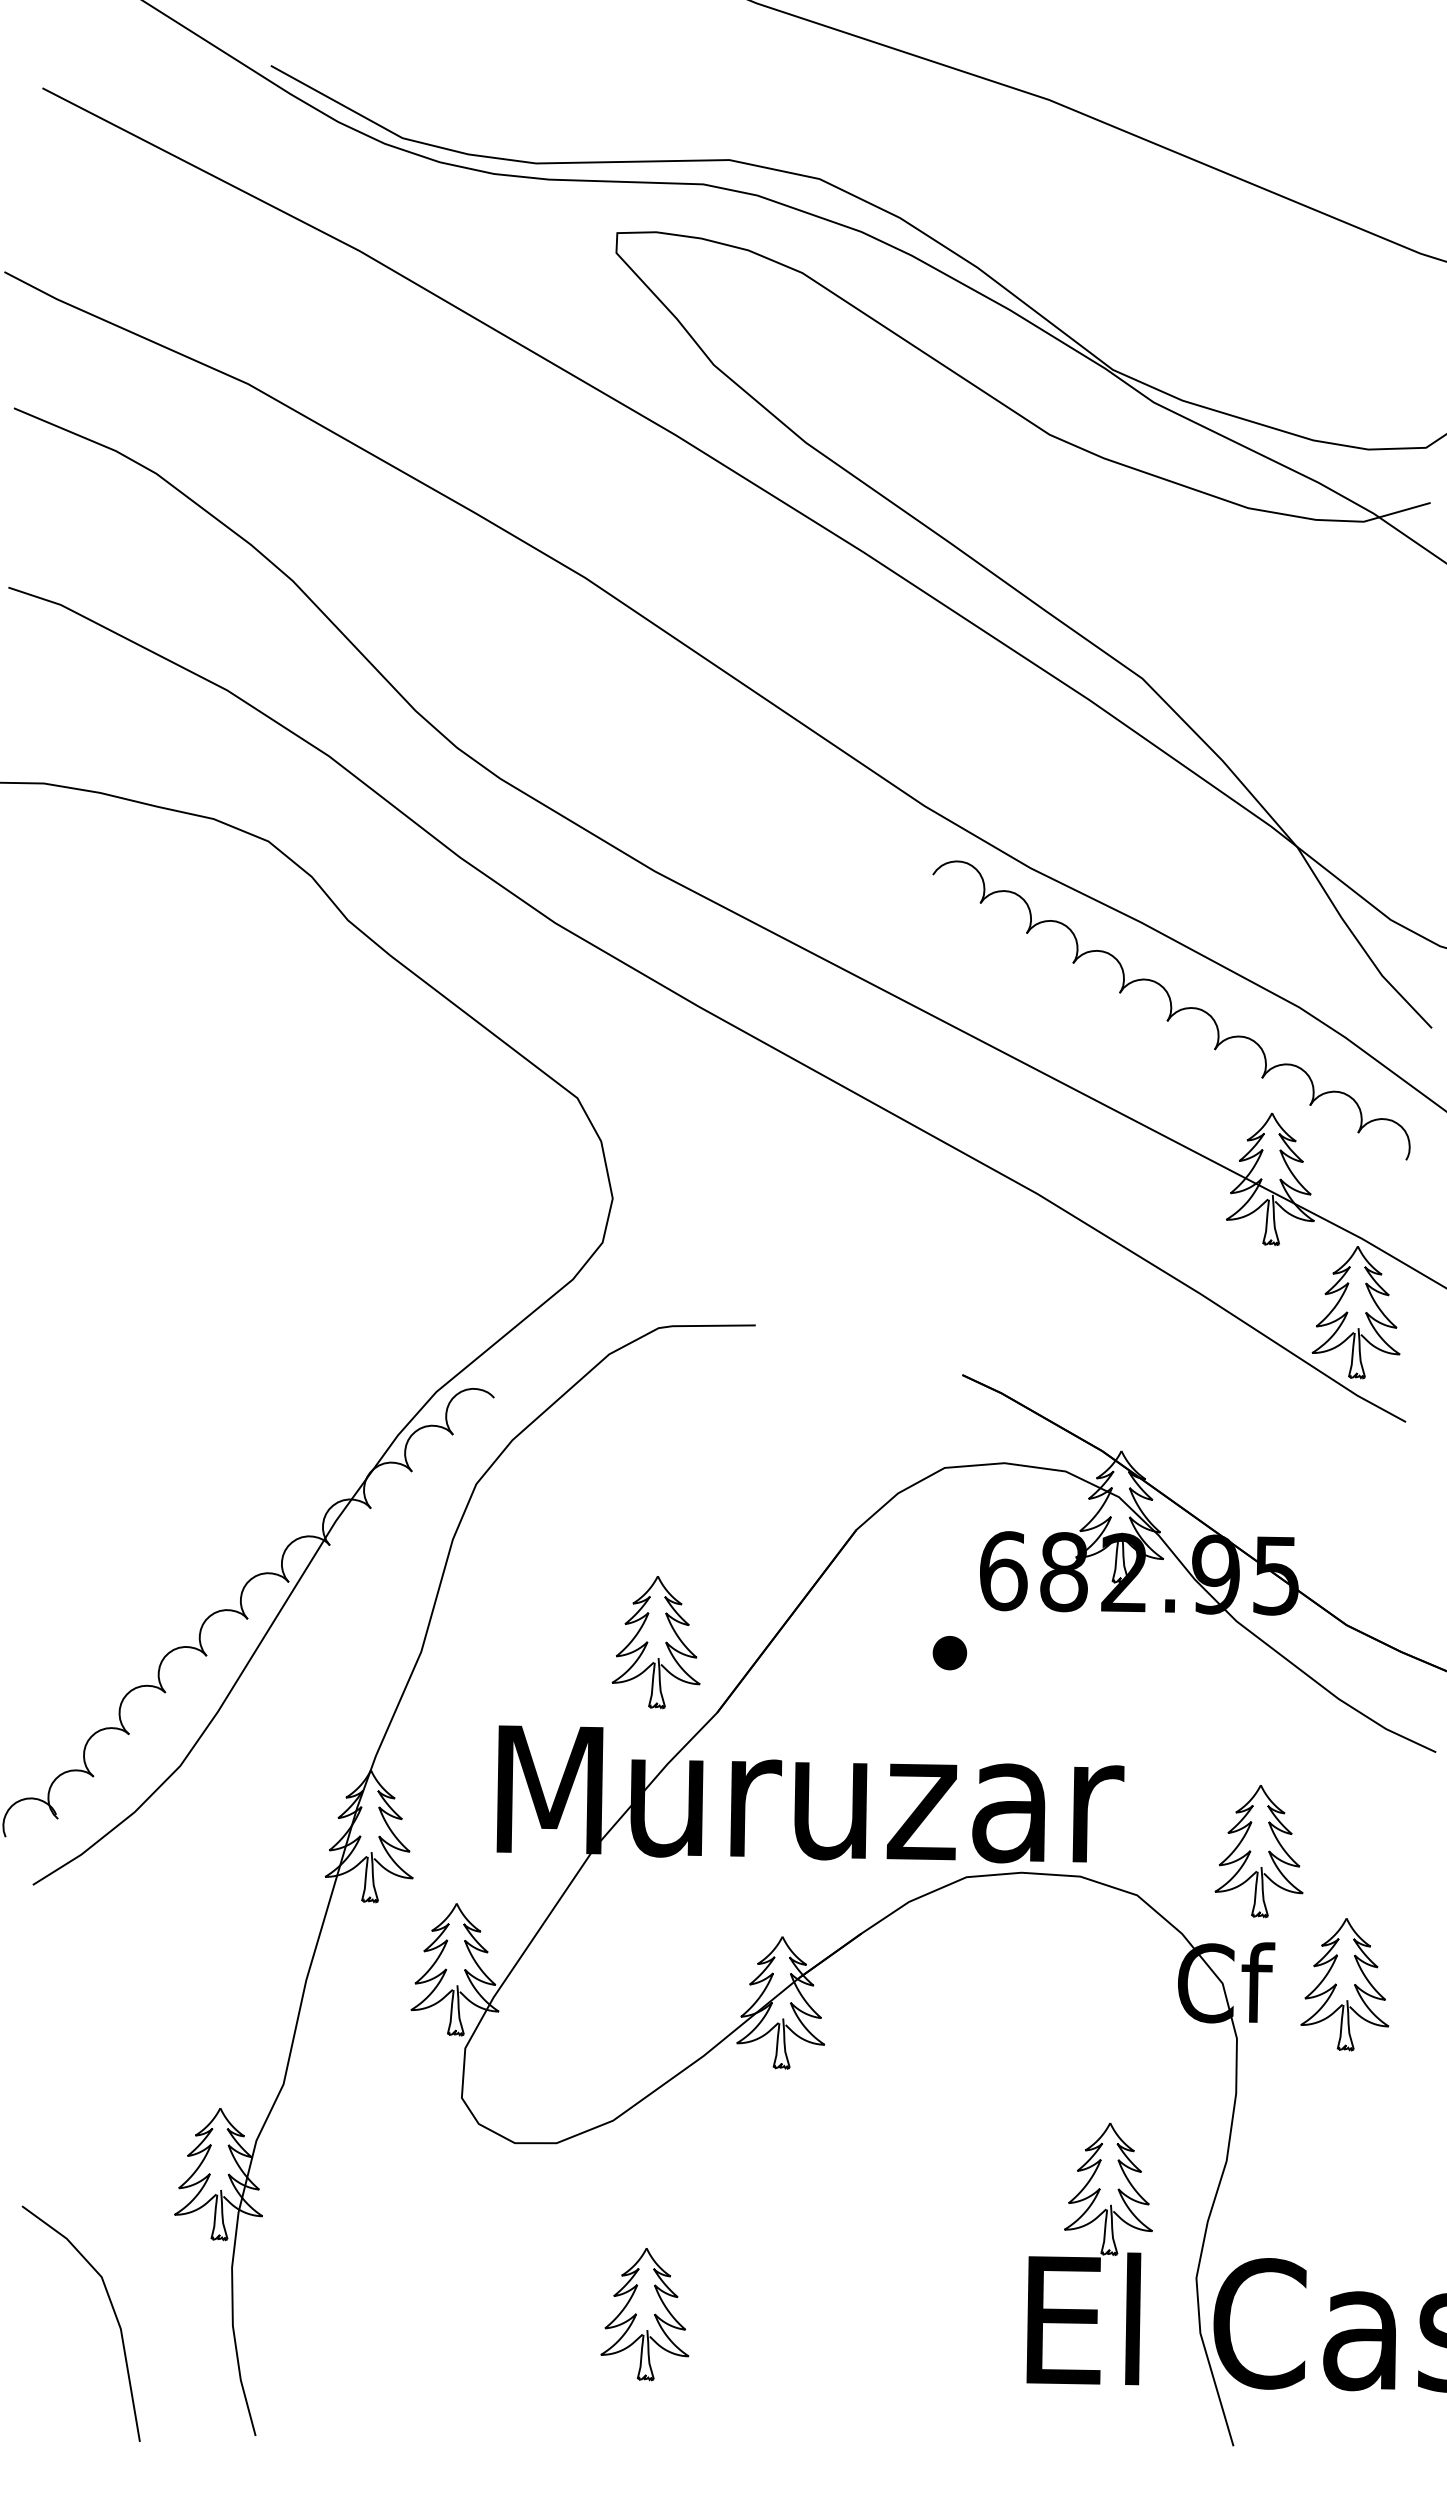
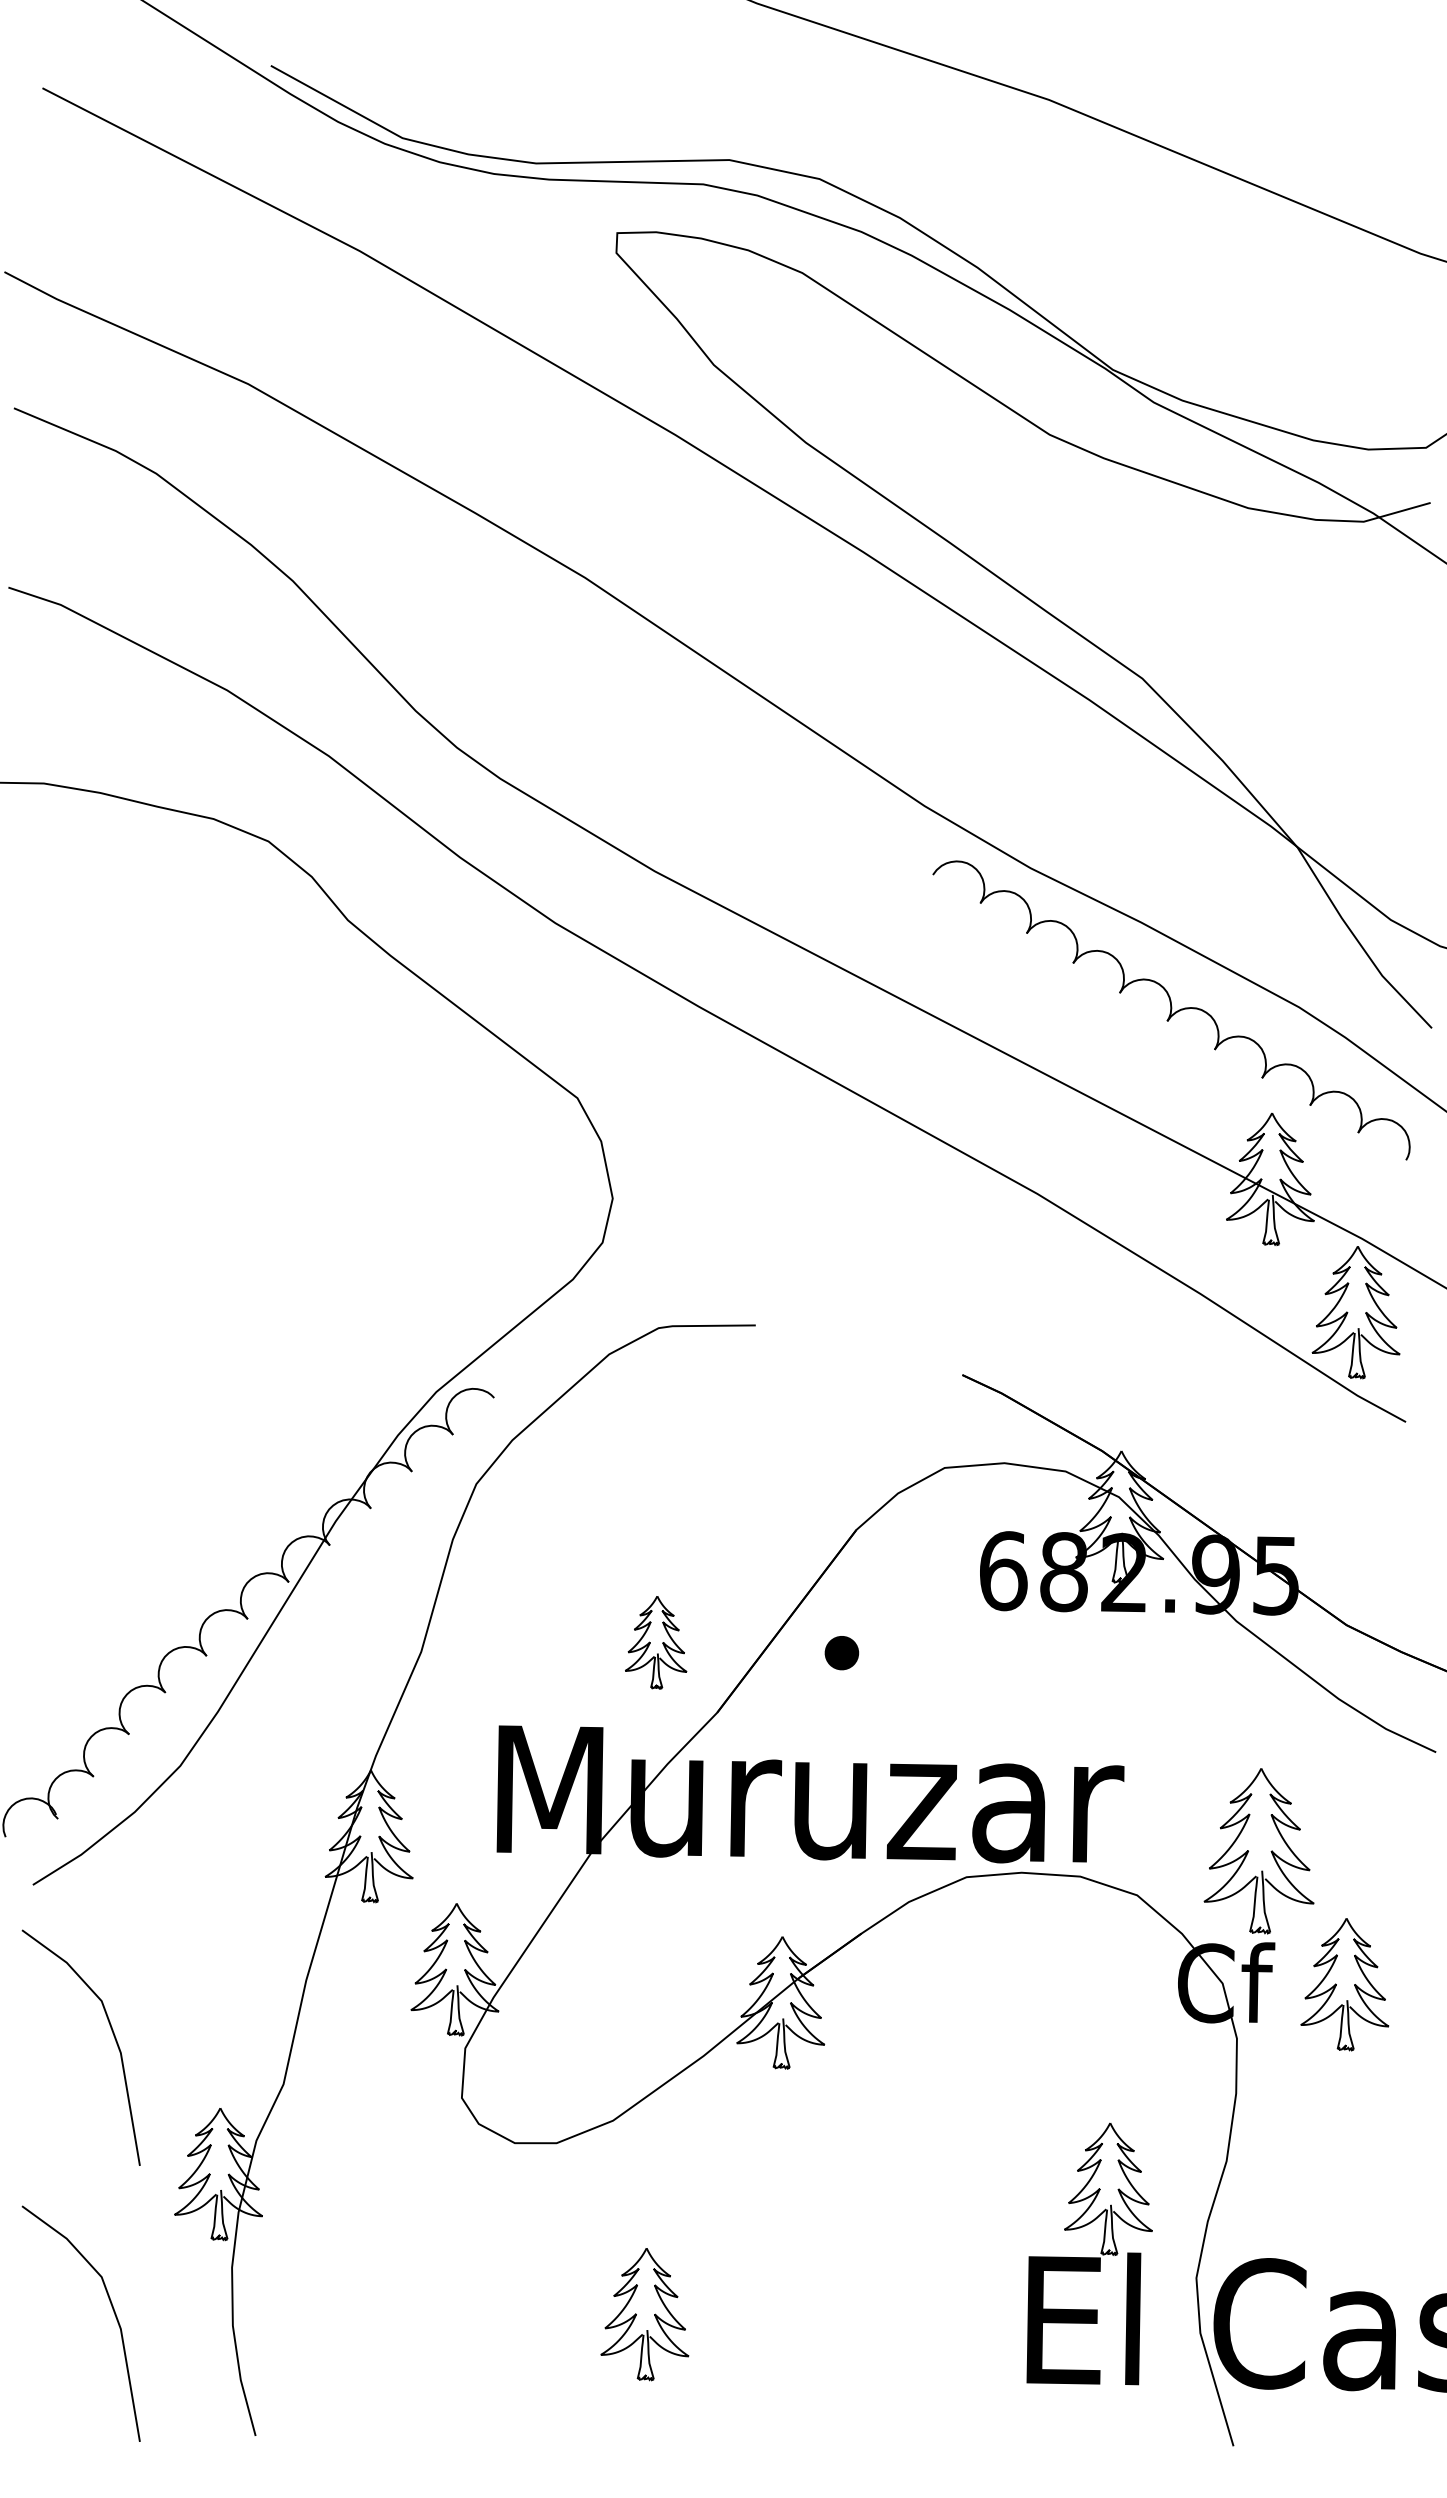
part at (655, 1642) size: 90x134 px -> 63x94 px
part at (949, 1653) position: (949, 1653) -> (841, 1653)
part at (1258, 1851) size: 90x134 px -> 112x167 px
line at (113, 2036): none -> present
